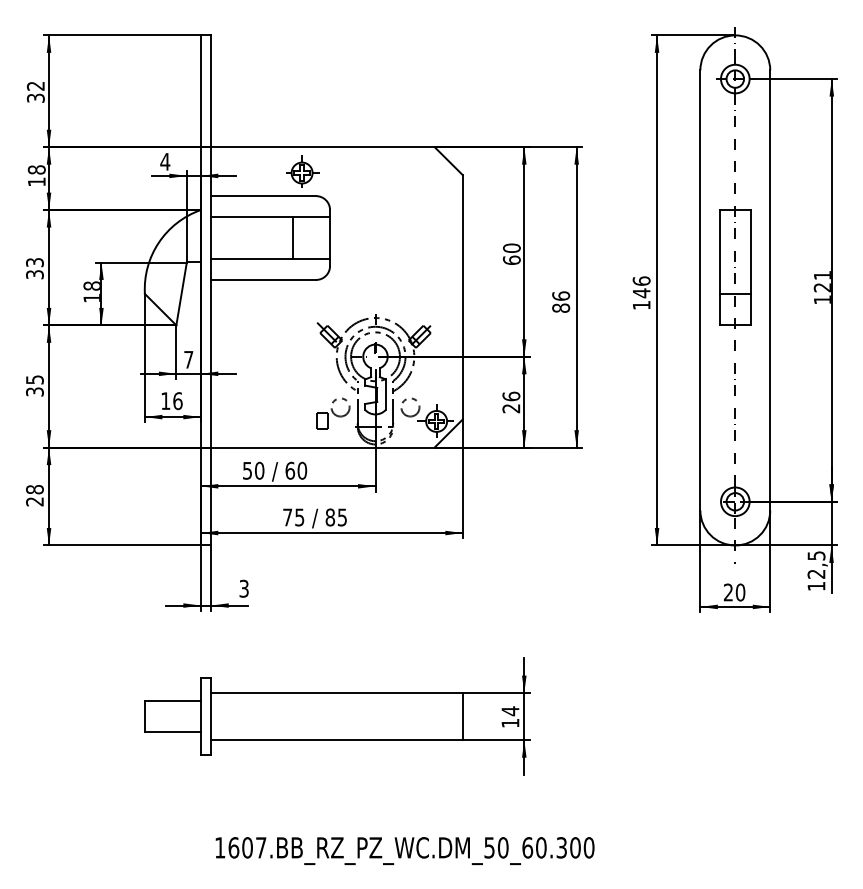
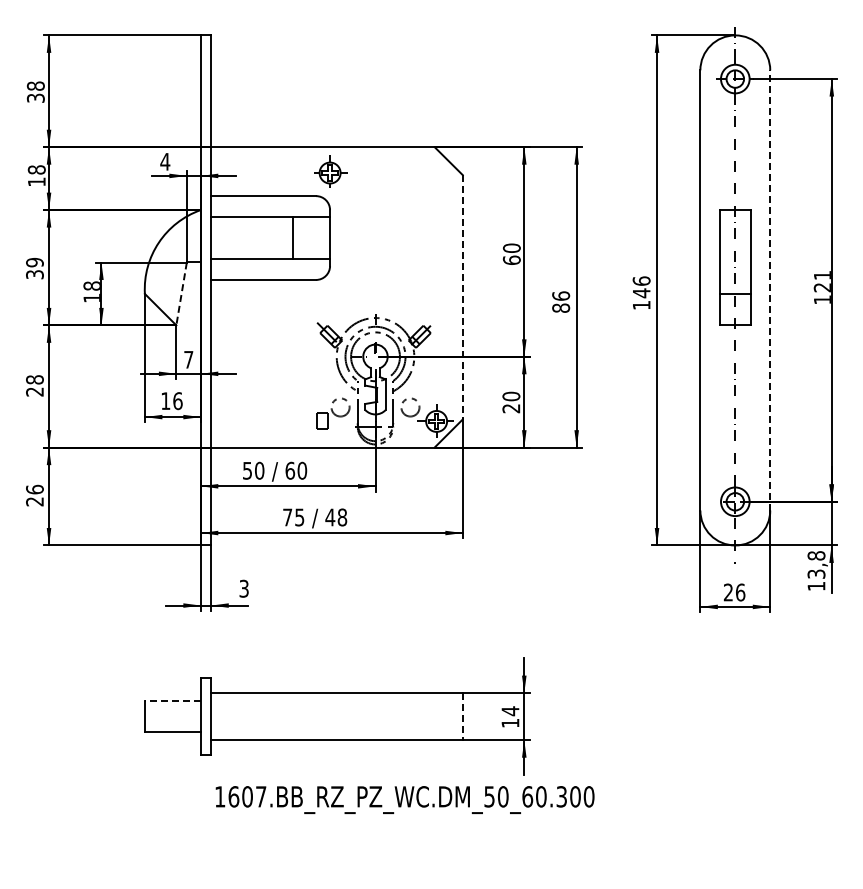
text at (35, 85): 32 -> 38
part at (302, 171) position: (302, 171) -> (330, 171)
text at (34, 262): 33 -> 39
line at (770, 289): solid -> dashed
line at (181, 293): solid -> dashed
line at (462, 297): solid -> dashed
text at (34, 385): 35 -> 28
text at (510, 396): 26 -> 20
text at (34, 489): 28 -> 26
text at (336, 517): 85 -> 48
text at (816, 564): 12,5 -> 13,8
text at (740, 592): 20 -> 26
line at (172, 700): solid -> dashed
line at (462, 716): solid -> dashed
text at (404, 850) position: (404, 850) -> (404, 799)
